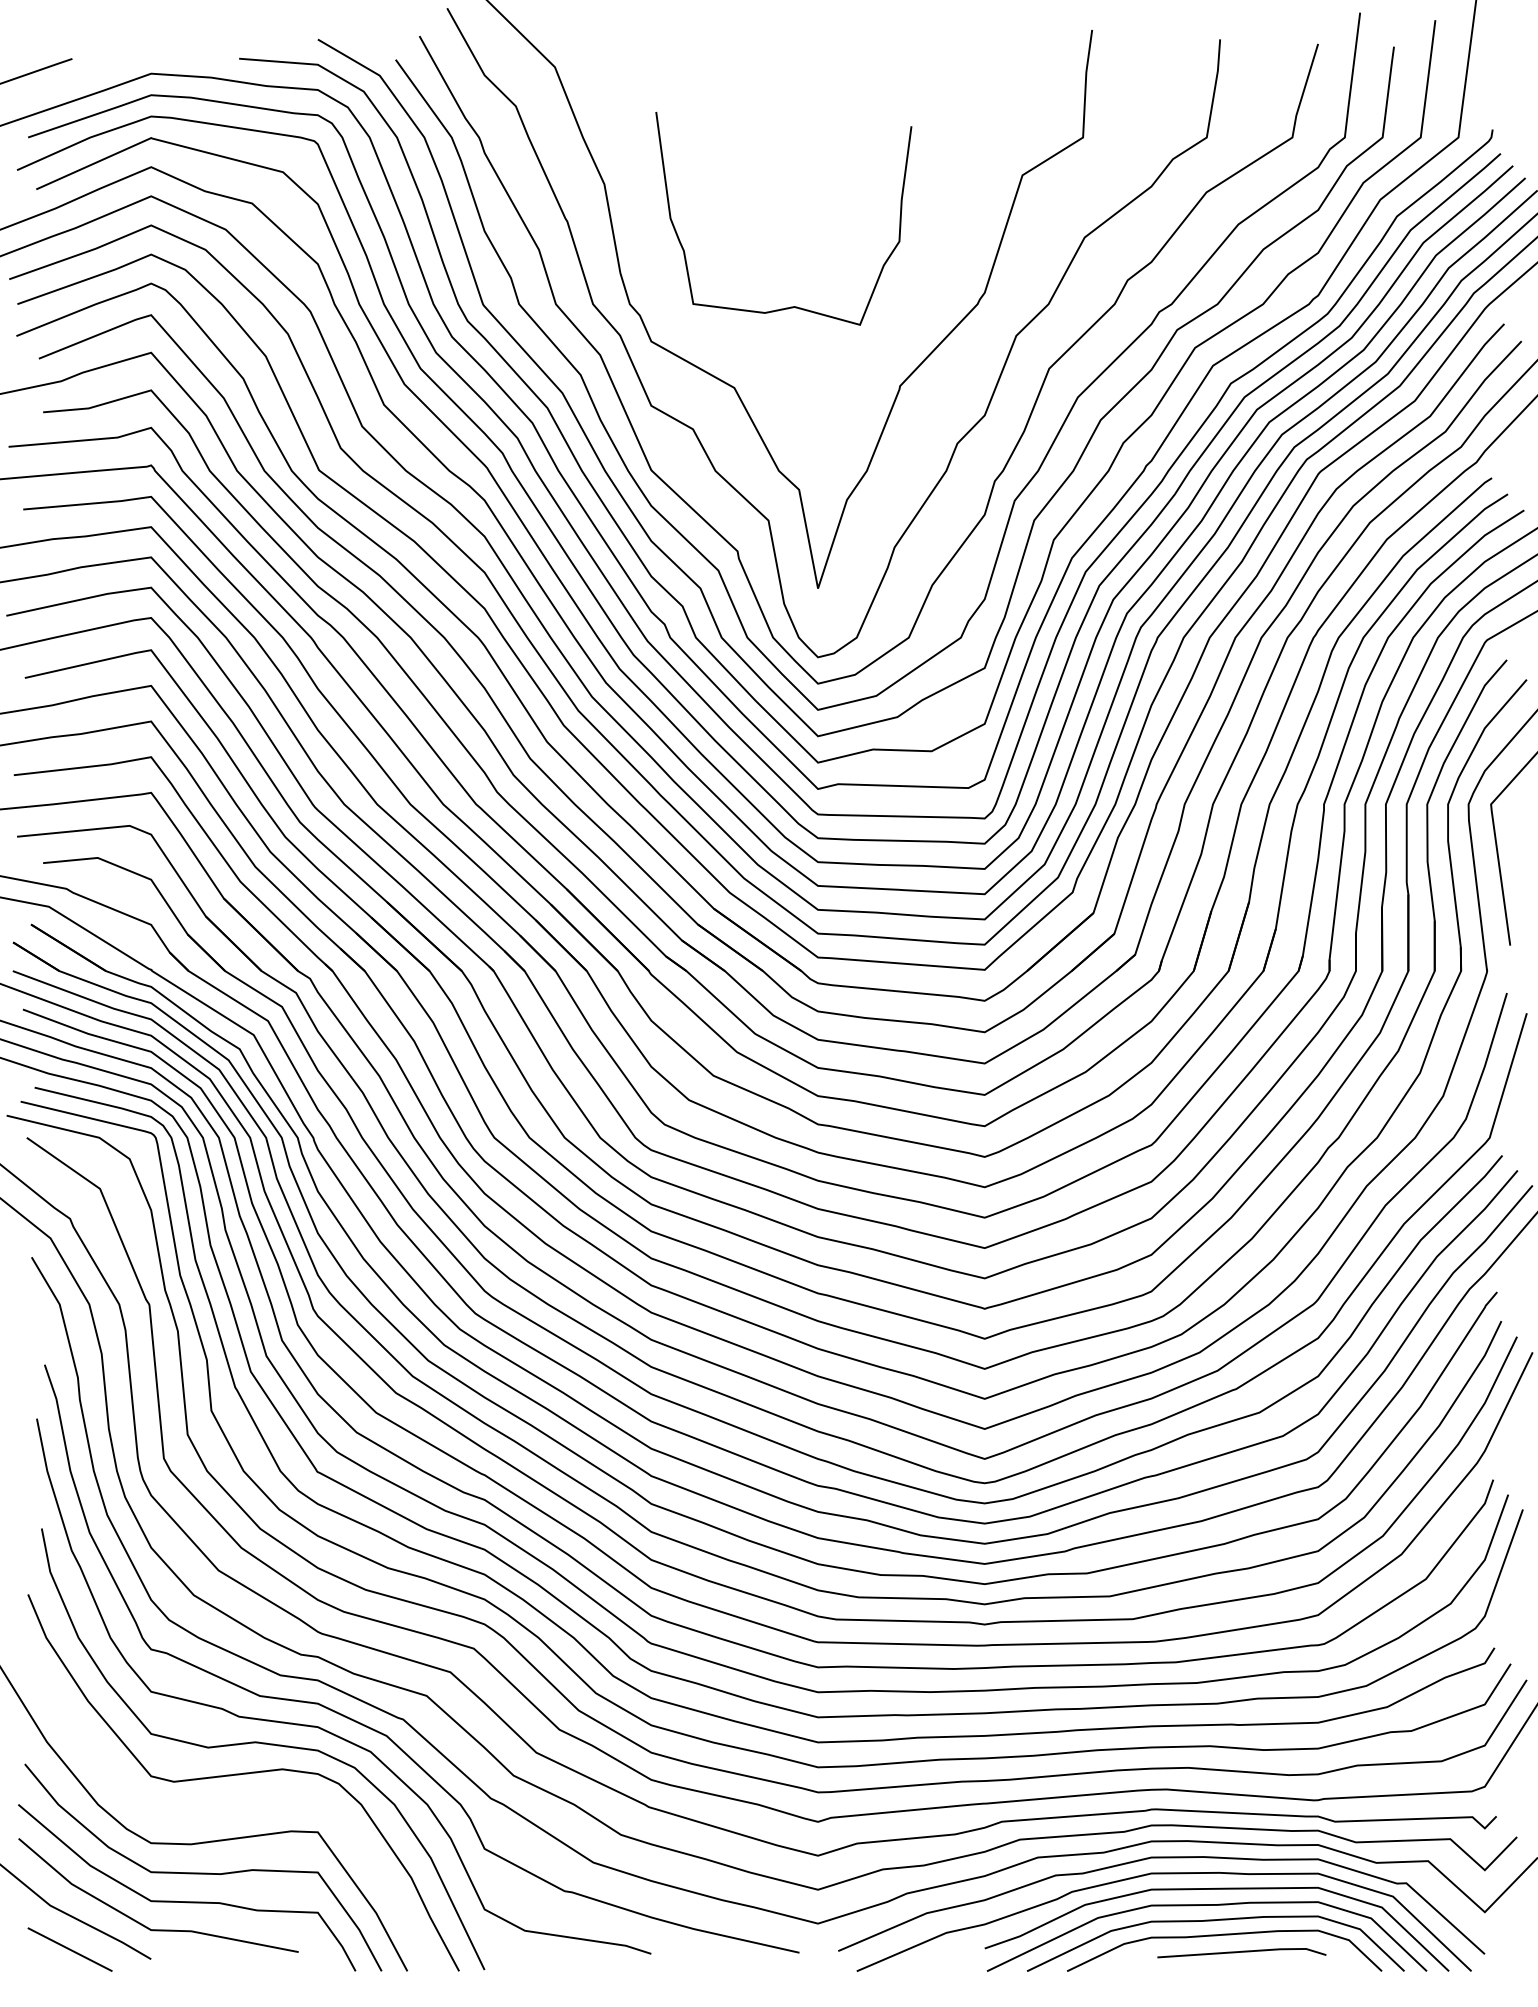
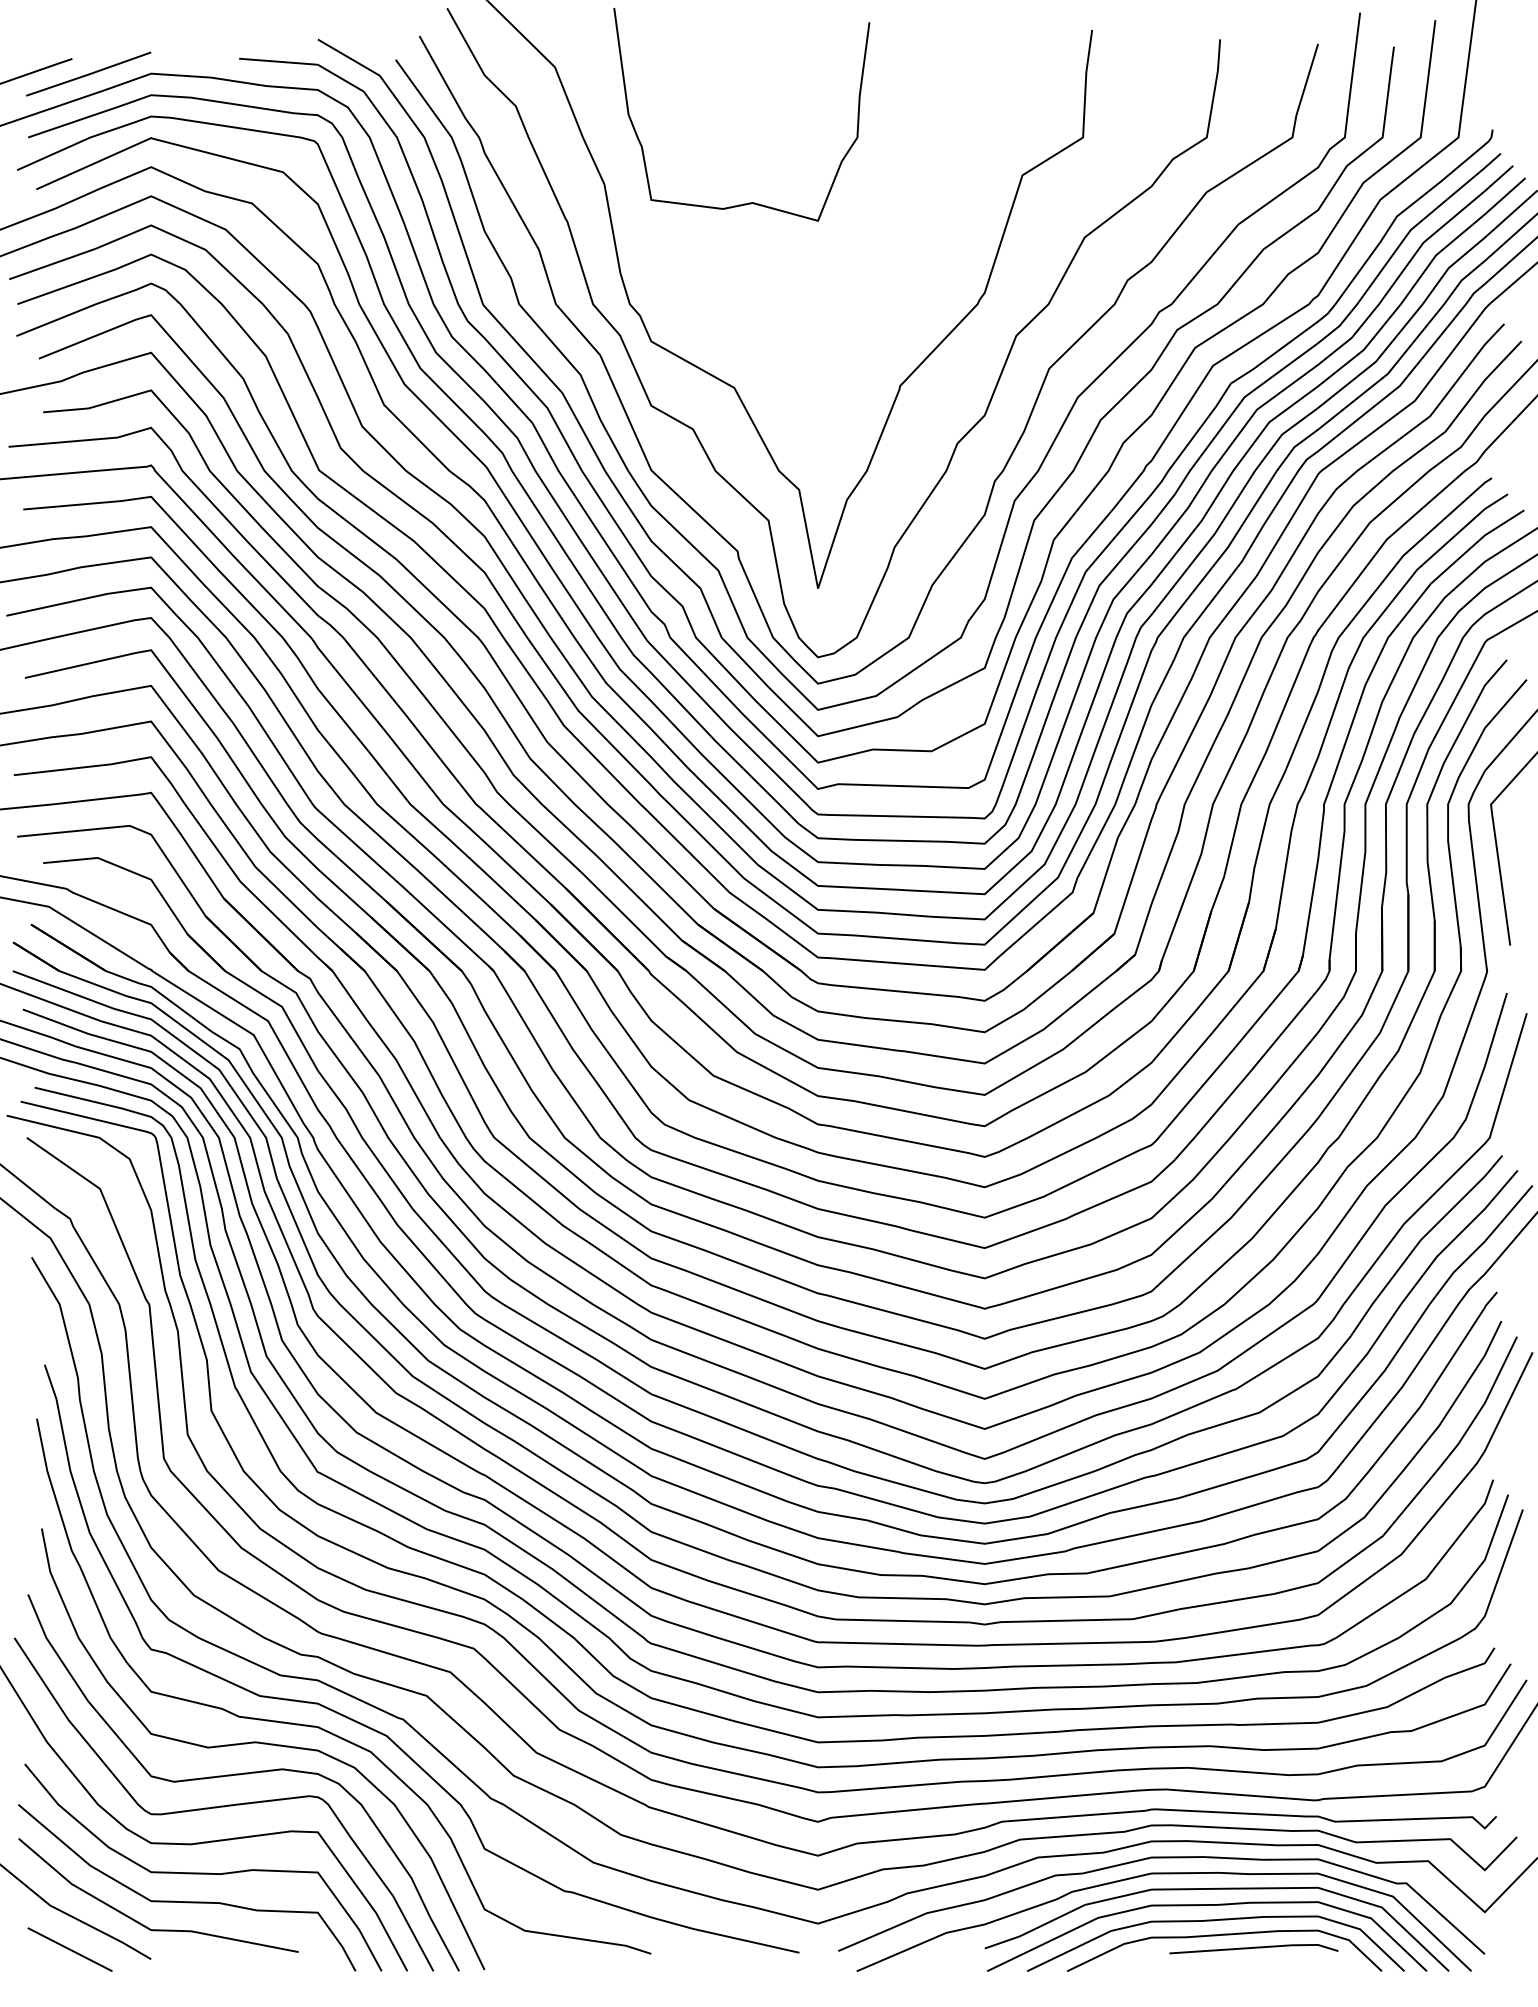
line at (88, 73): none -> present
curve at (790, 306) position: (790, 306) -> (748, 202)
curve at (223, 1805): none -> present
line at (1241, 1952) position: (1241, 1952) -> (1253, 1948)
